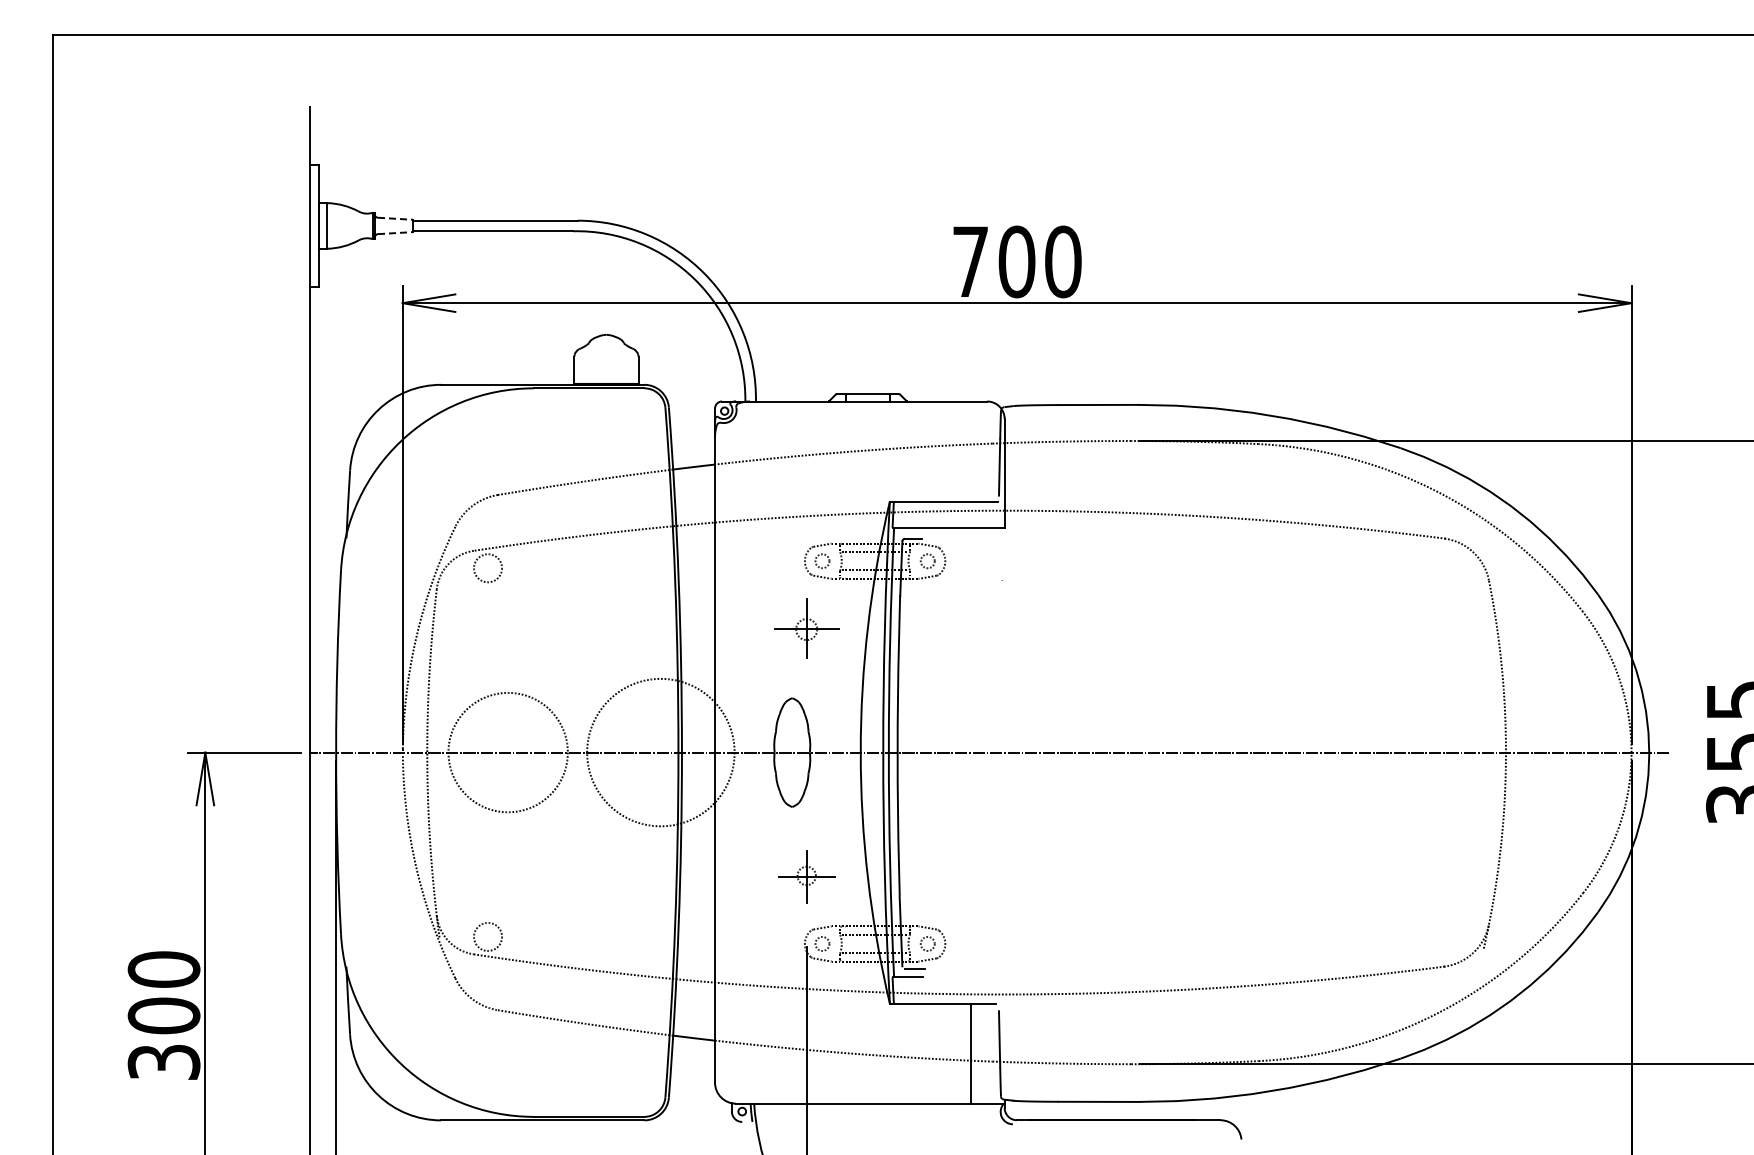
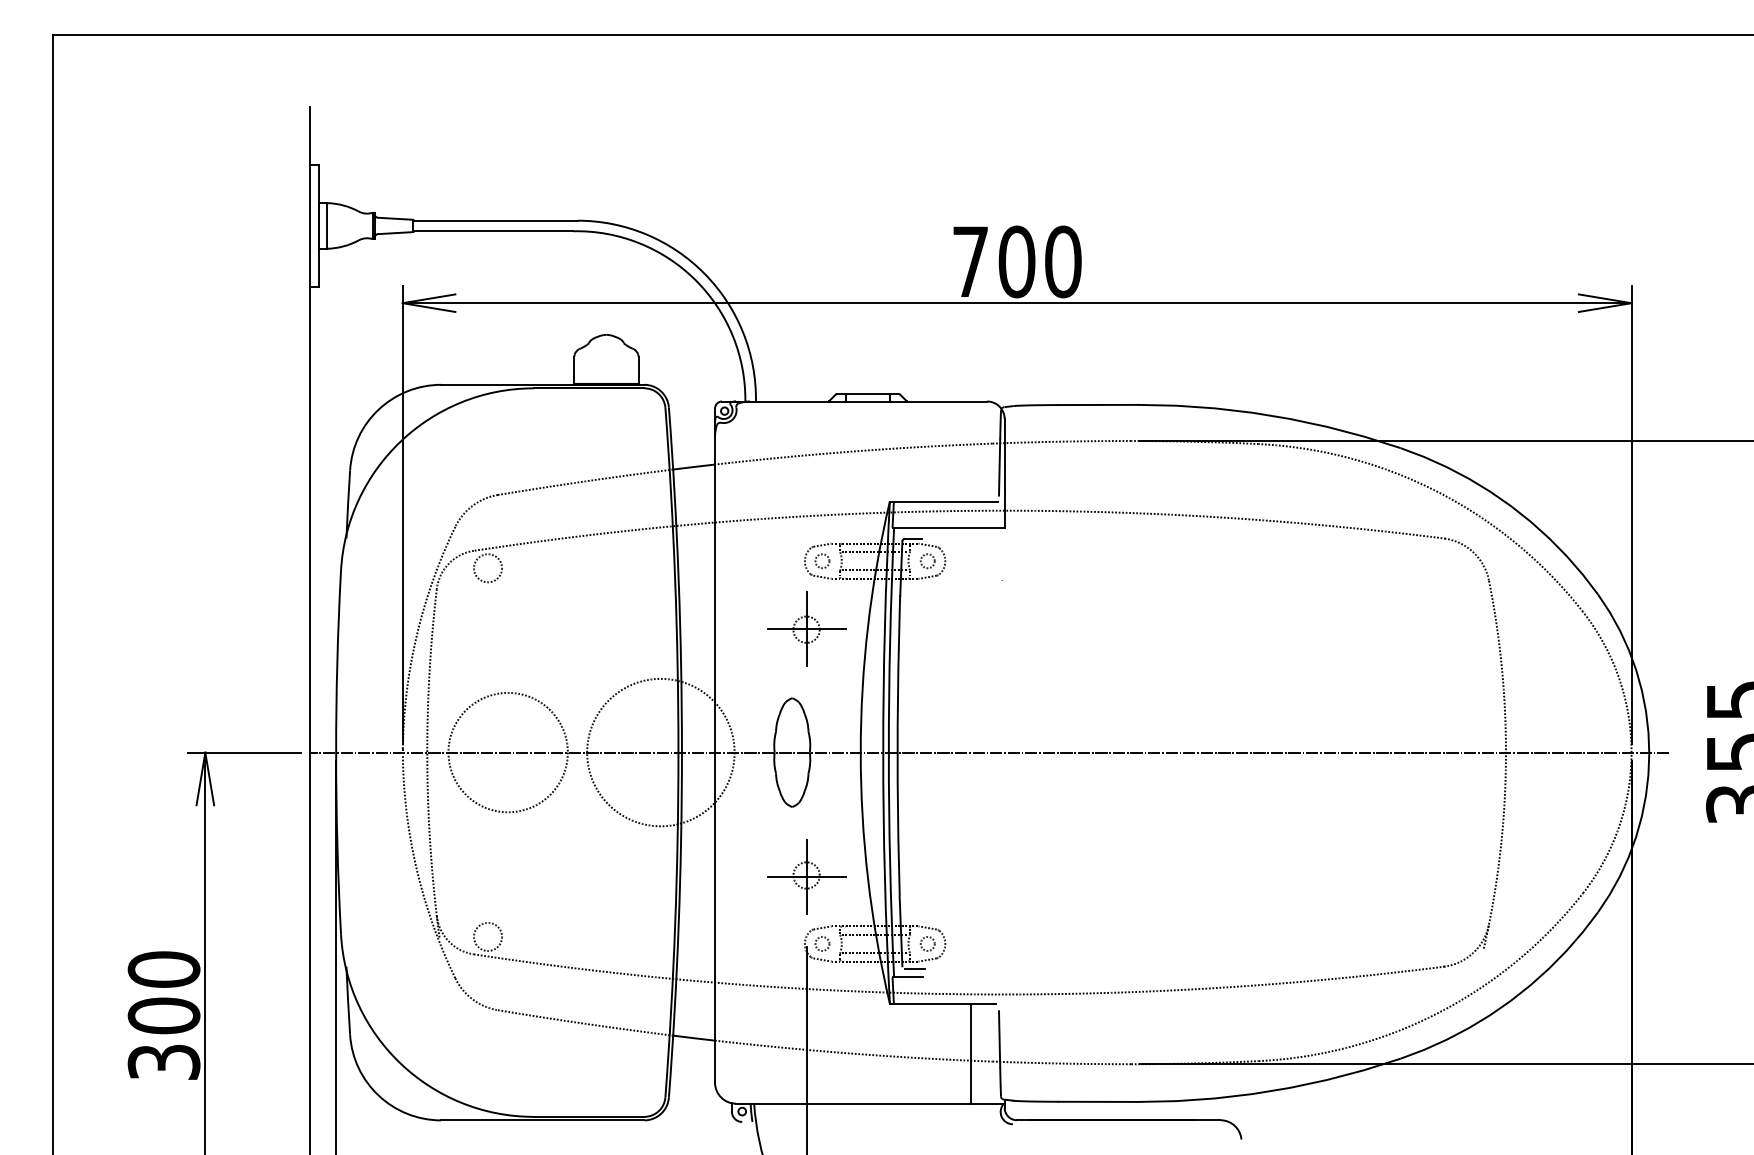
line at (395, 218): dashed -> solid
line at (395, 233): dashed -> solid
part at (806, 628) size: 66x61 px -> 80x76 px
part at (806, 876) size: 58x54 px -> 80x76 px
